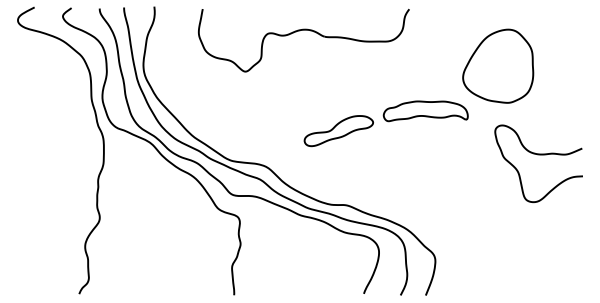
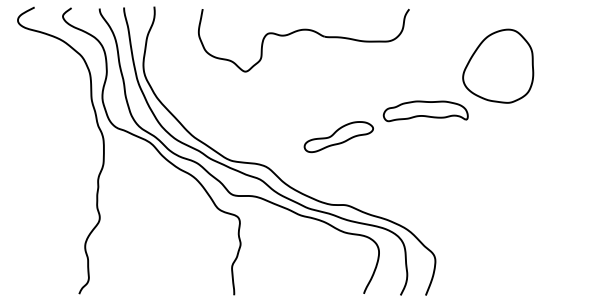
part at (338, 131) position: (338, 131) -> (338, 137)
curve at (538, 155): present -> none
